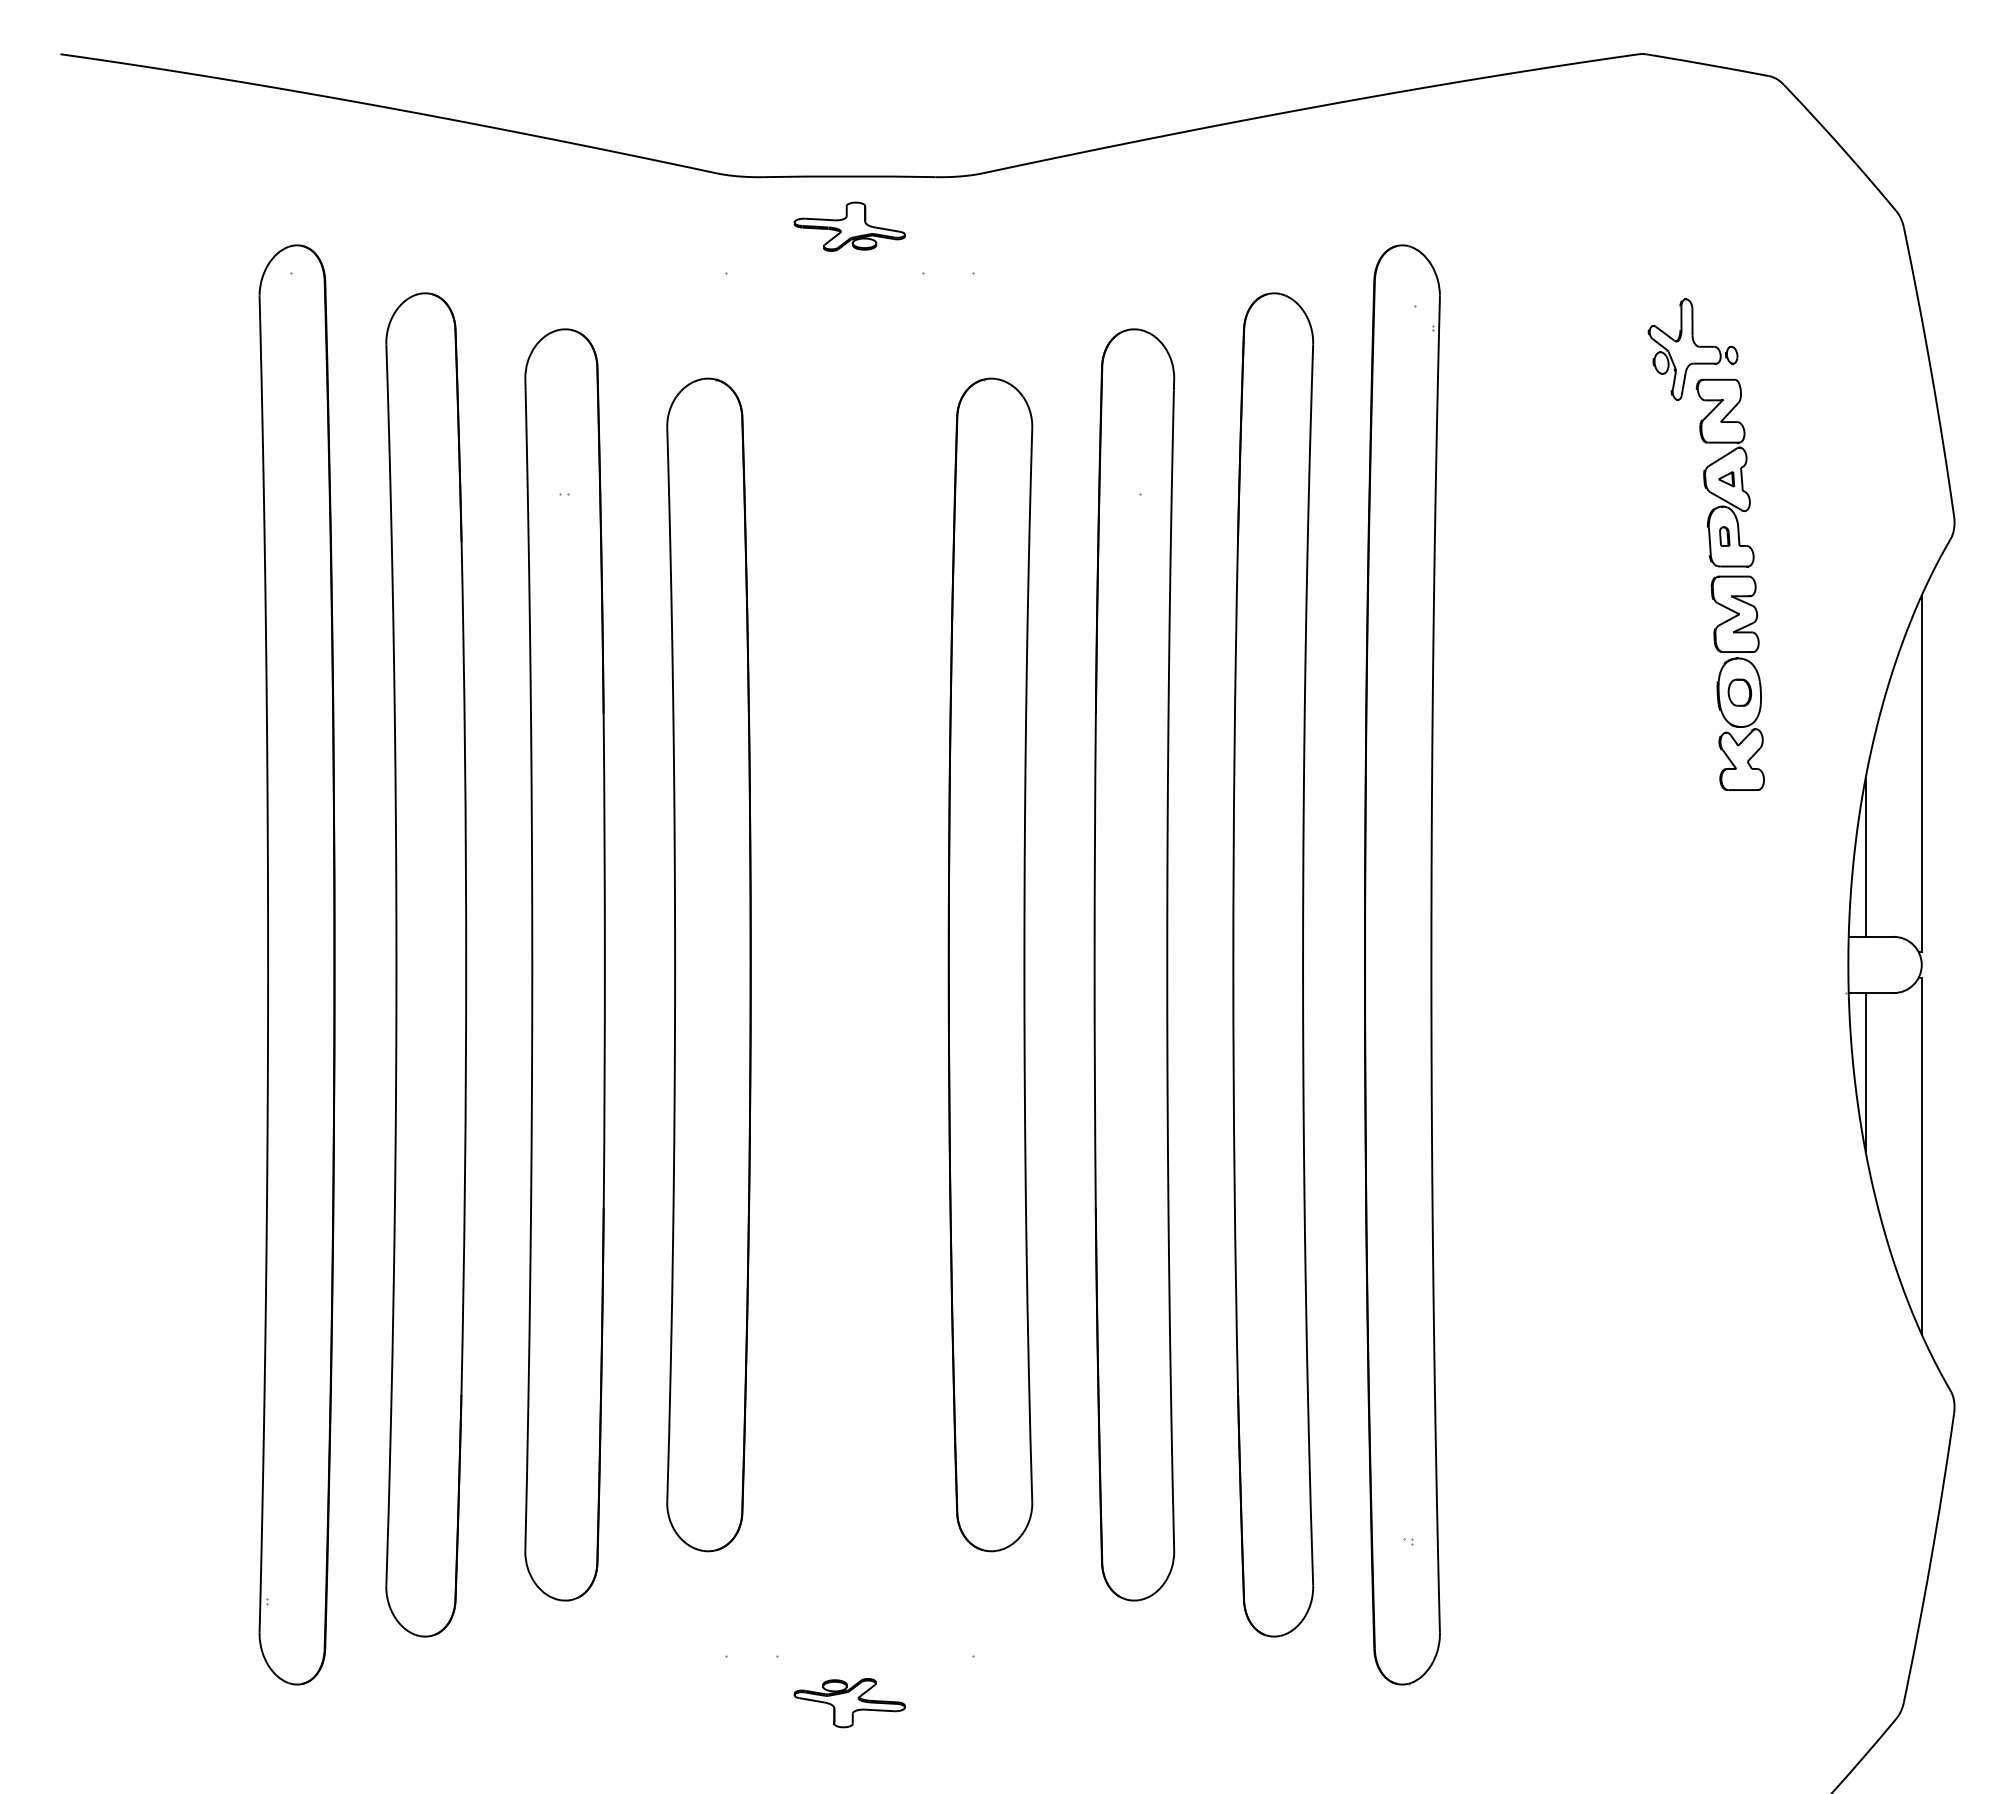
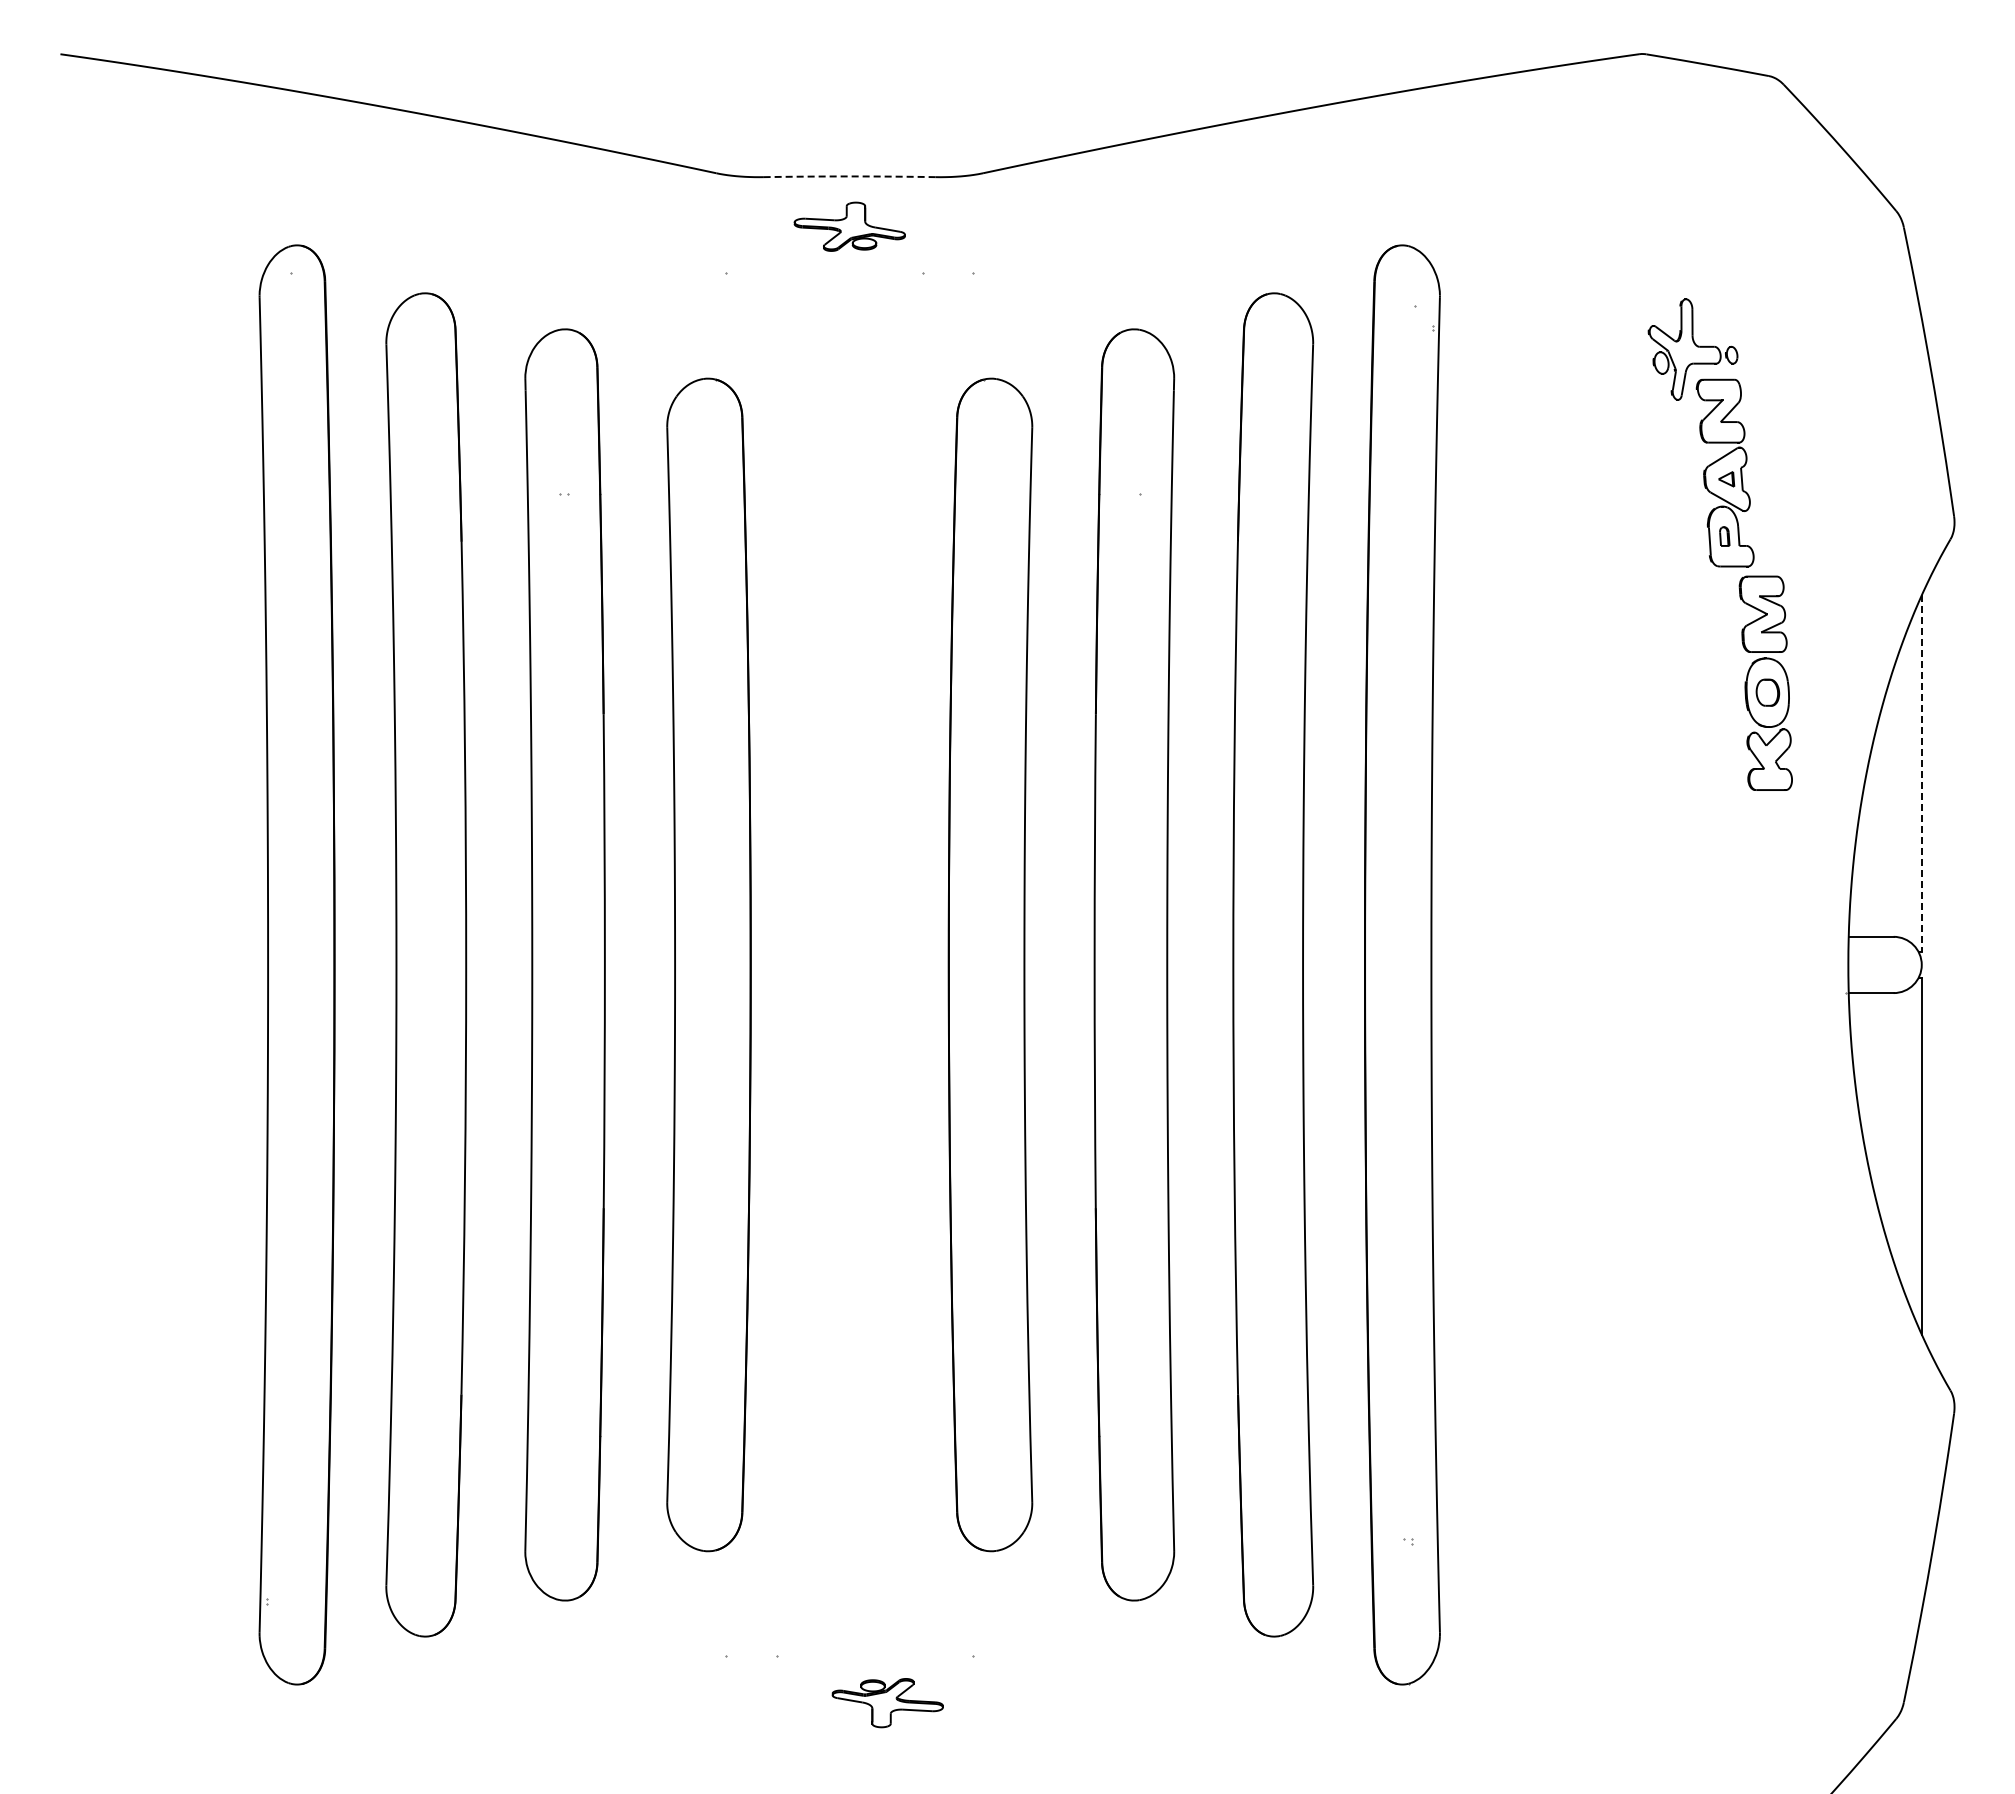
arc at (849, 176): solid -> dashed
part at (1737, 682) position: (1737, 682) -> (1765, 682)
line at (1921, 773): solid -> dashed
line at (1865, 857): present -> none
line at (1865, 1072): present -> none
part at (849, 1703) position: (849, 1703) -> (887, 1703)
